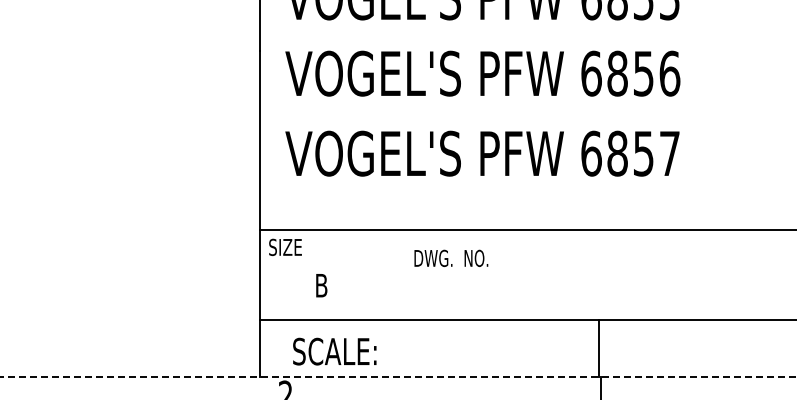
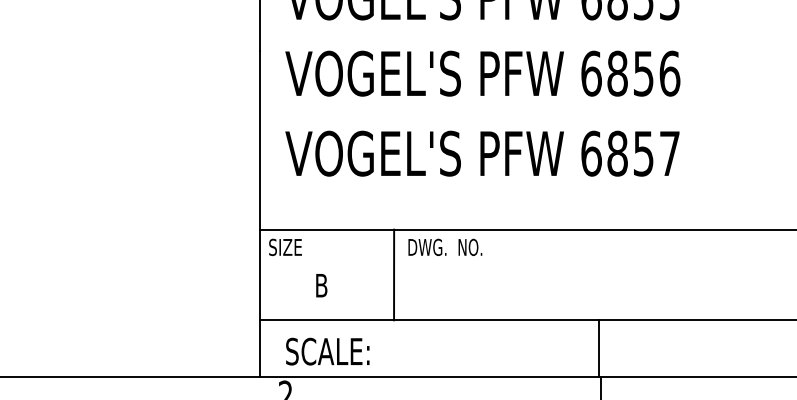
text at (451, 257) position: (451, 257) -> (445, 246)
line at (394, 274): none -> present
text at (334, 351) position: (334, 351) -> (327, 351)
line at (398, 376): dashed -> solid
